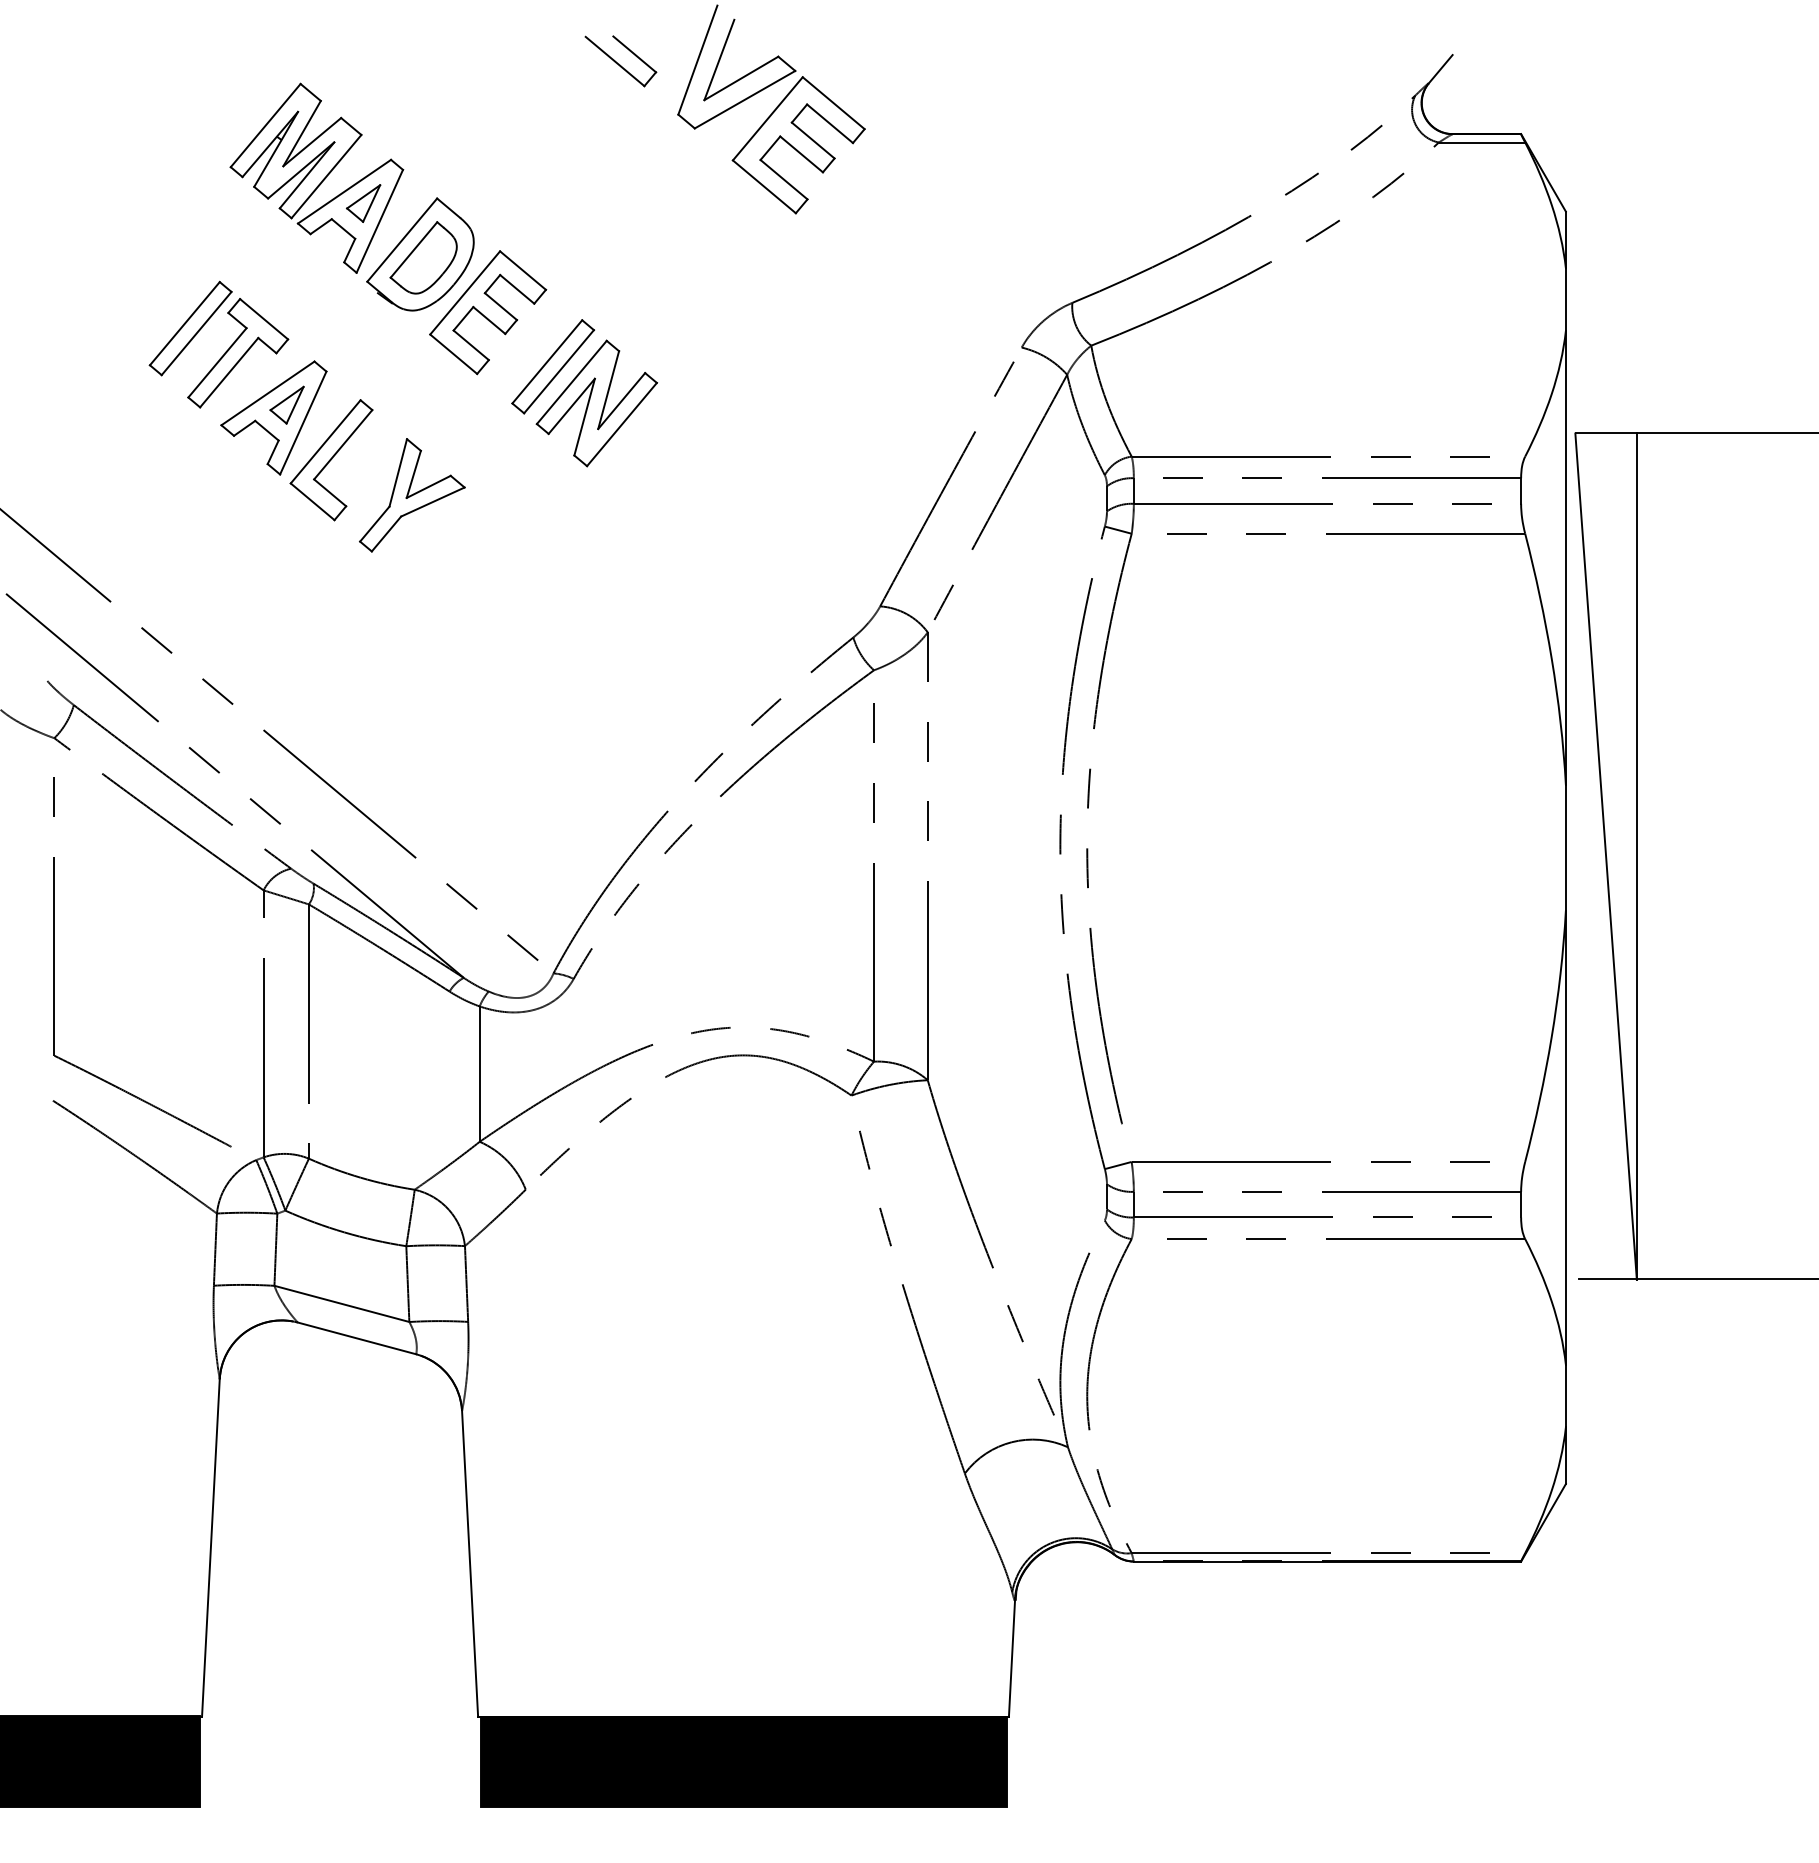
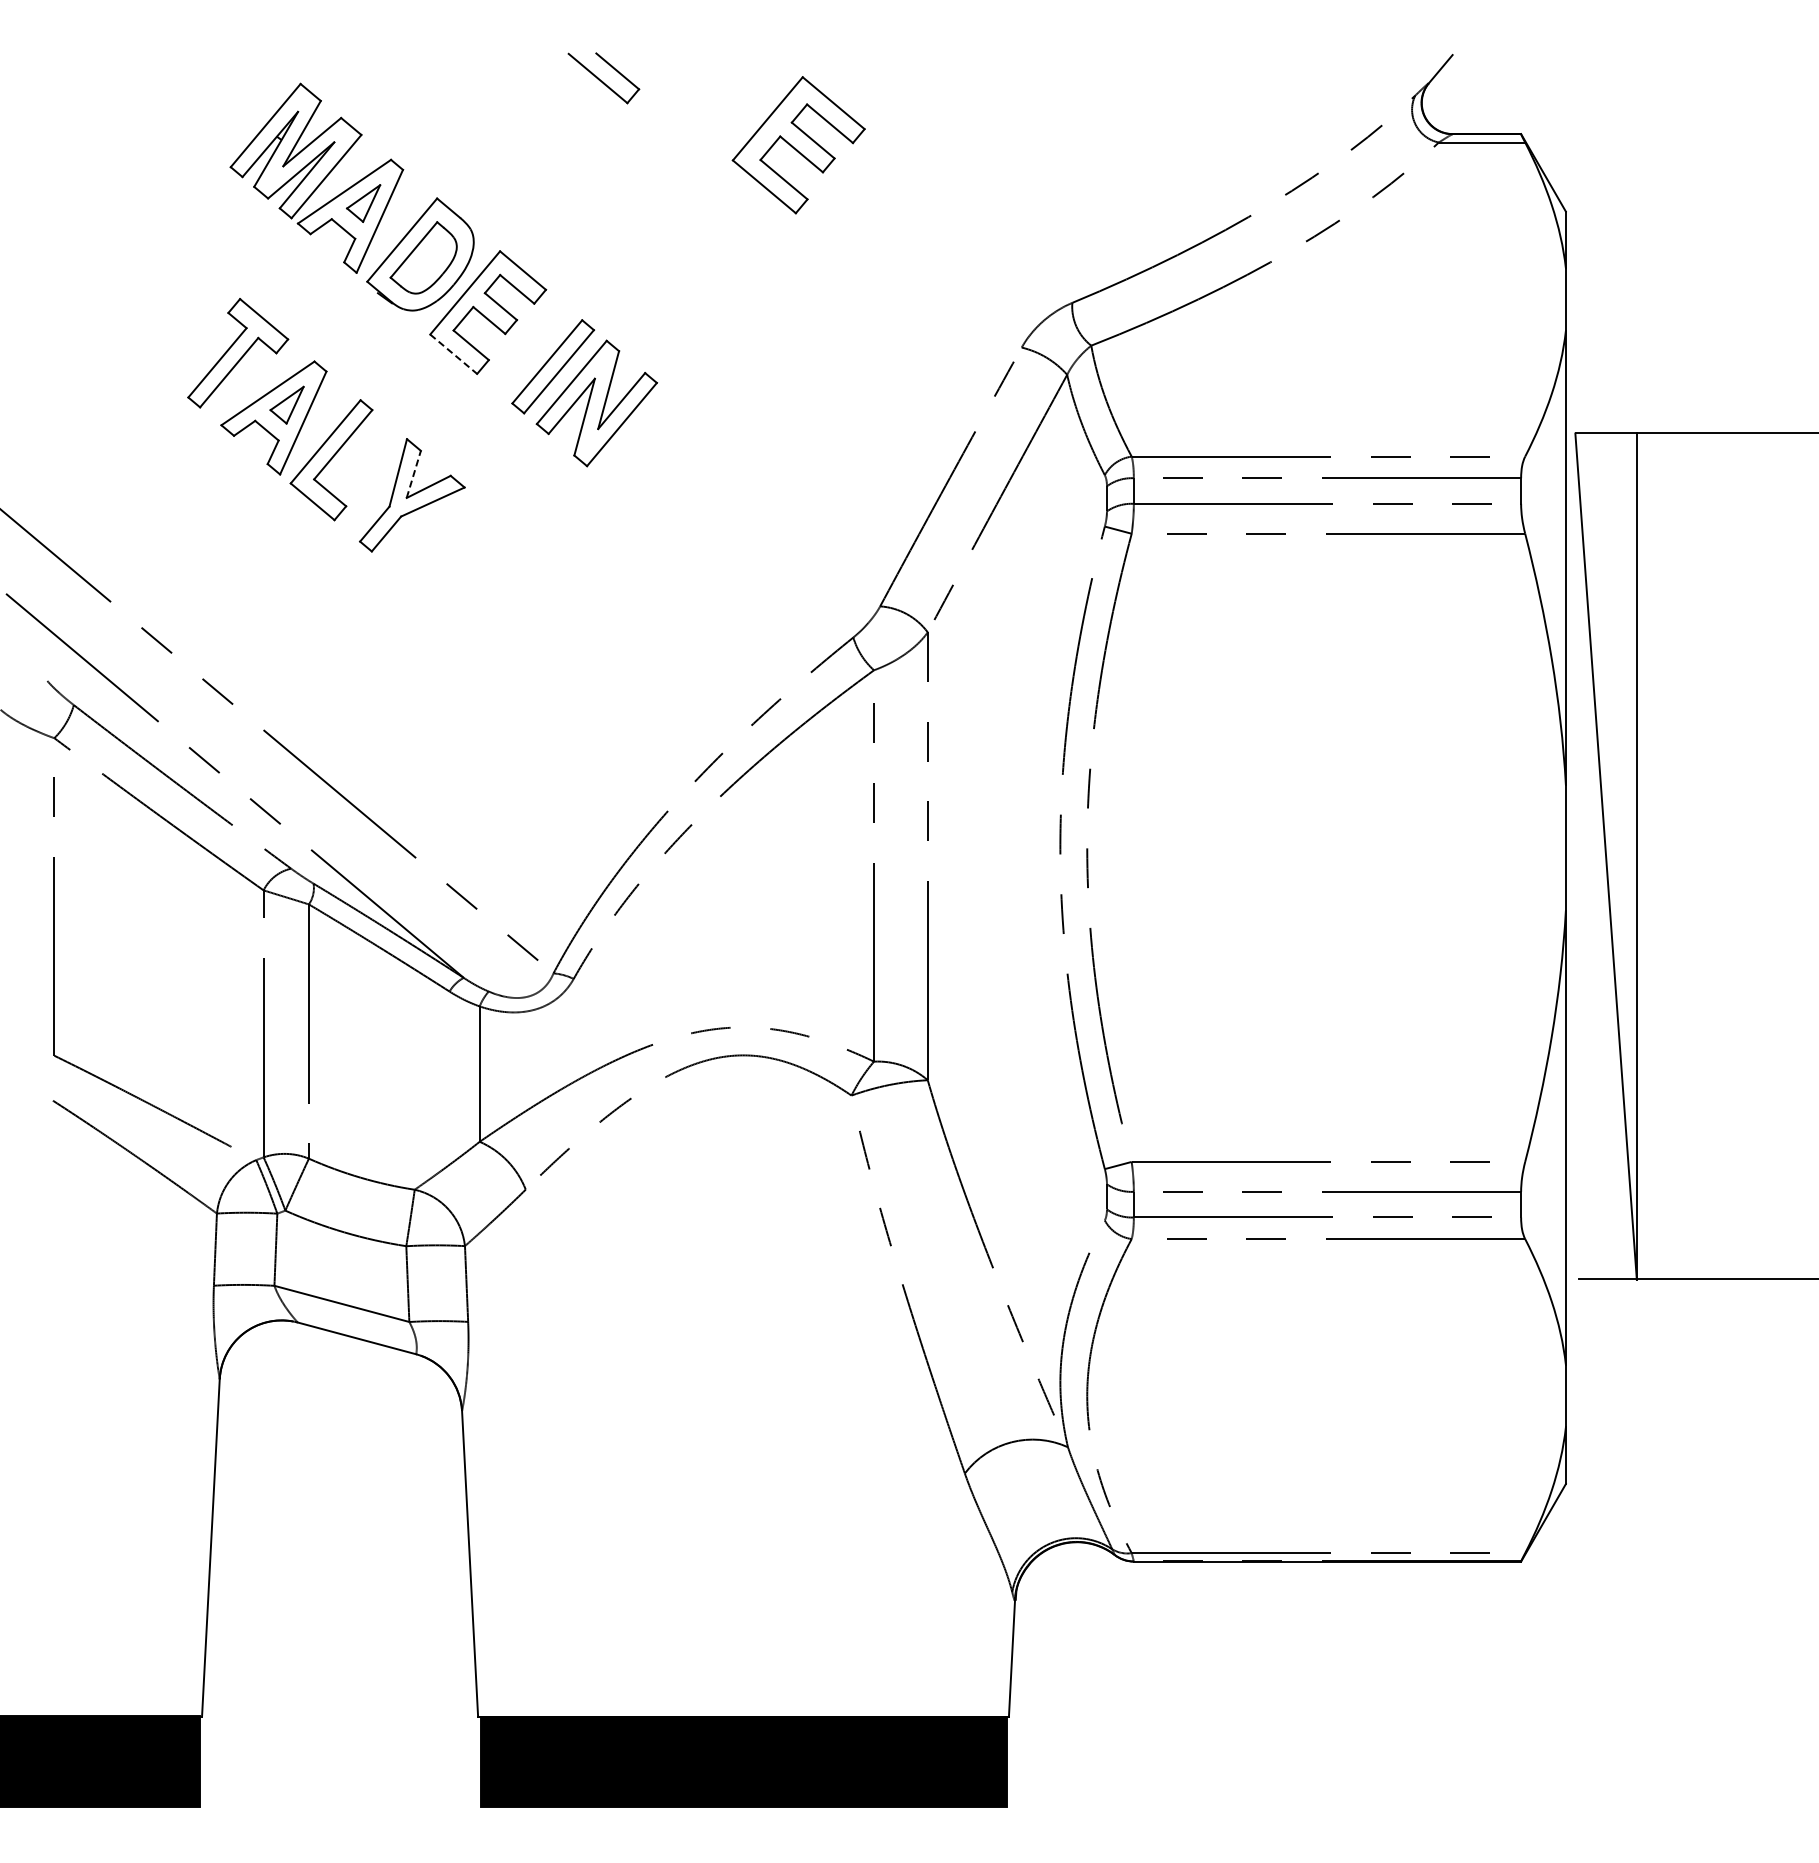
part at (620, 61) position: (620, 61) -> (603, 78)
part at (742, 76): present -> none
part at (190, 328): present -> none
line at (453, 354): solid -> dashed
line at (413, 474): solid -> dashed
